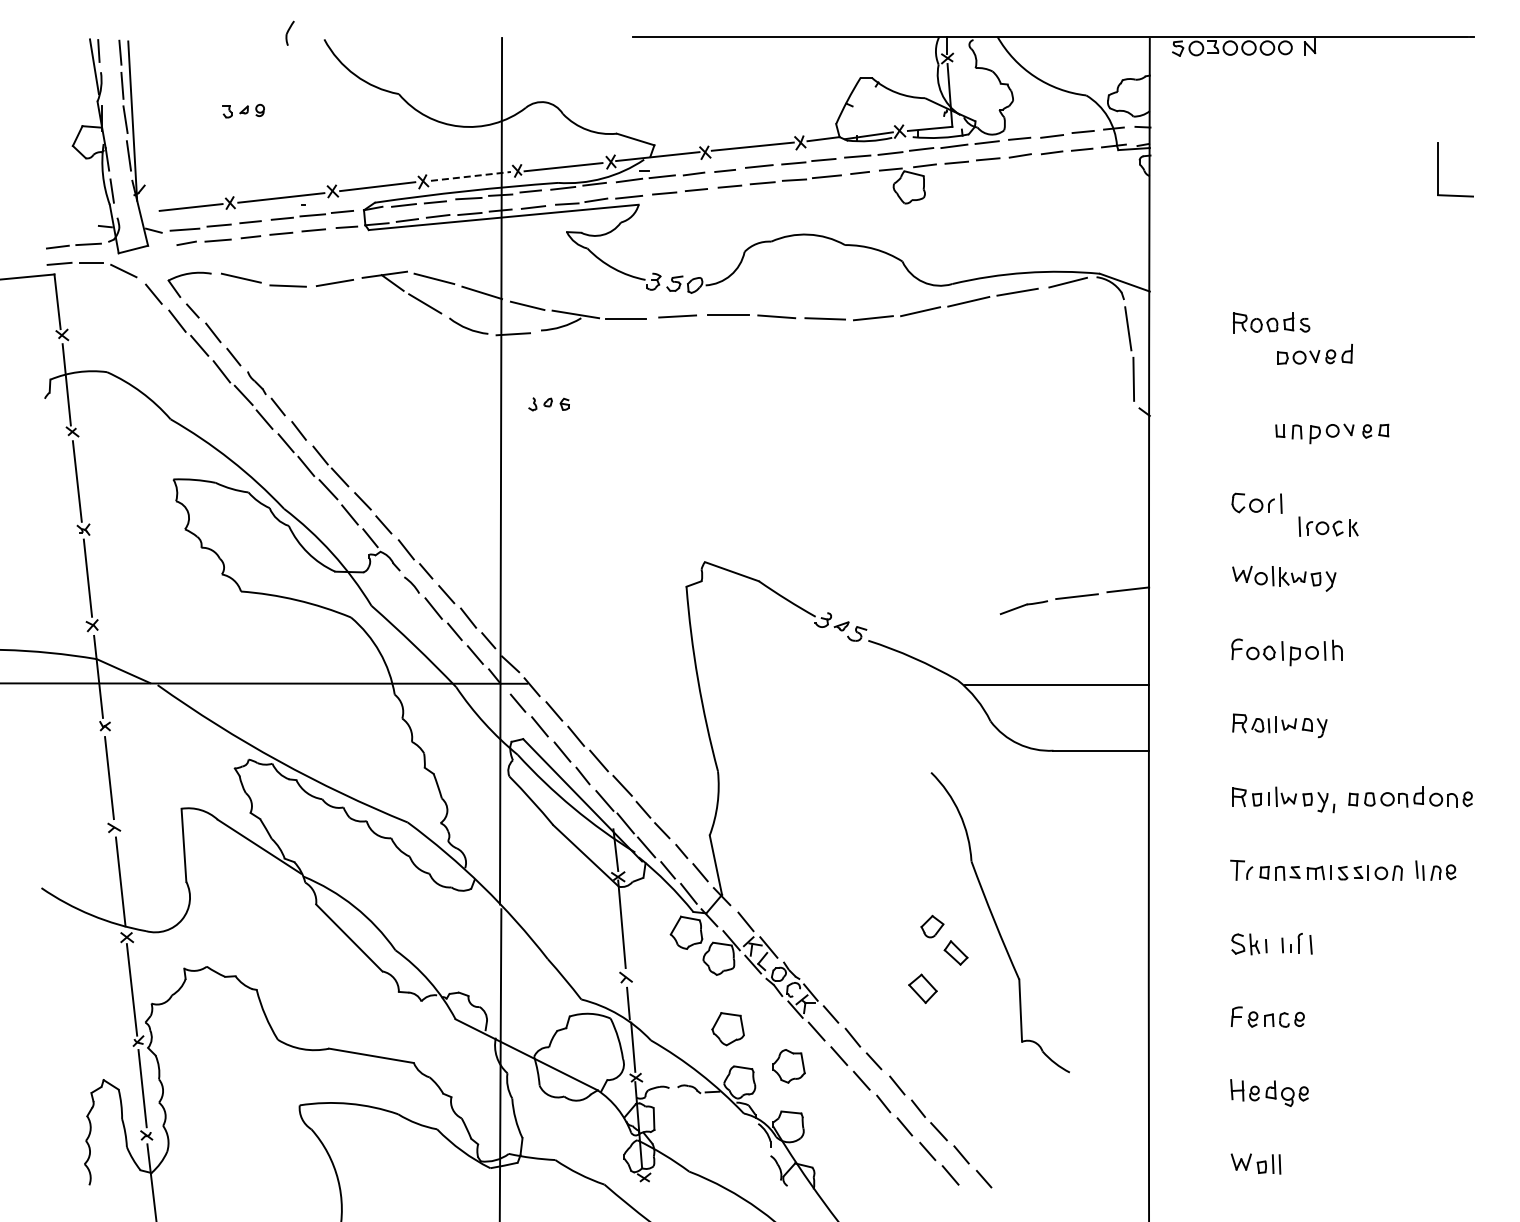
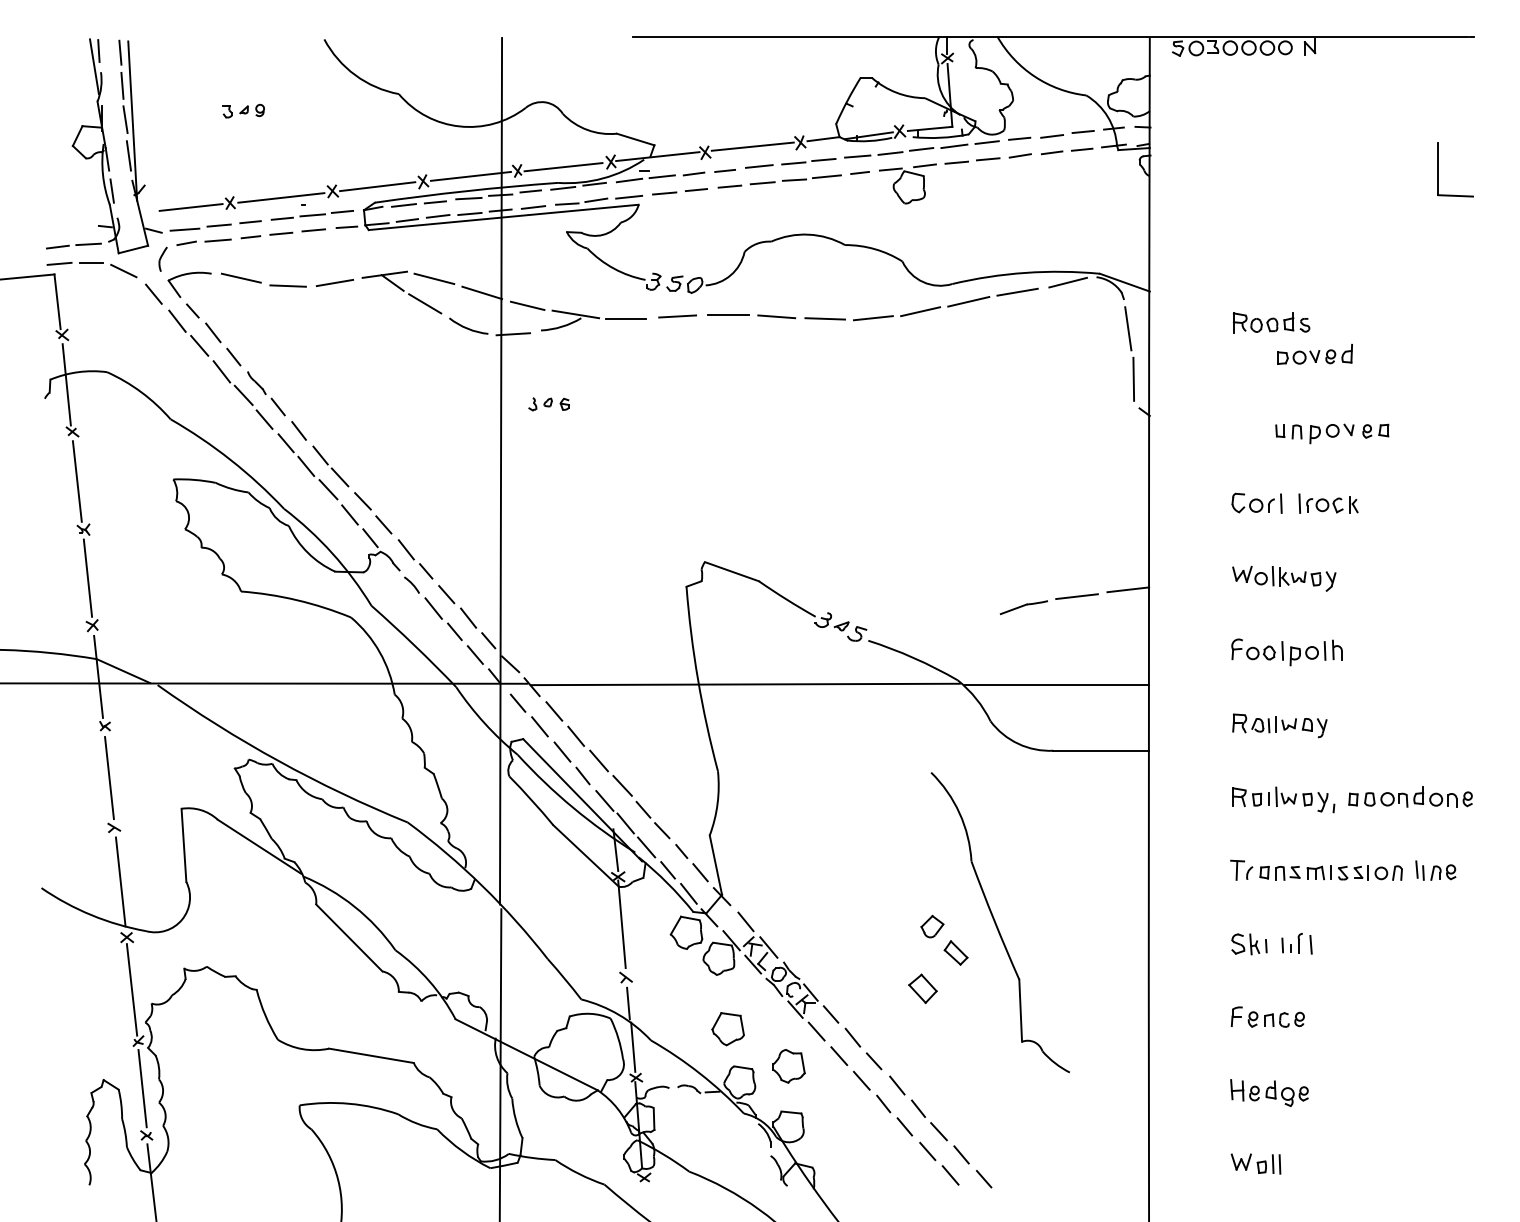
part at (289, 32) position: (289, 32) -> (162, 258)
line at (471, 176): dashed -> solid
part at (1328, 526) position: (1328, 526) -> (1328, 503)
line at (744, 684): none -> present
